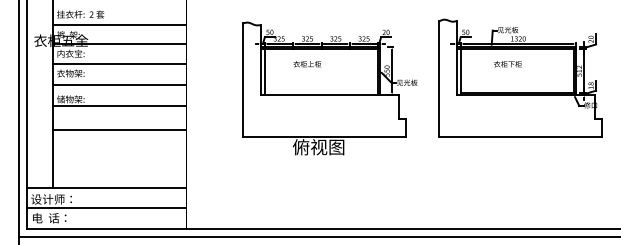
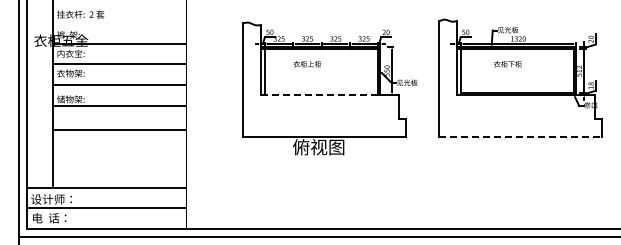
line at (119, 24): present -> none
line at (320, 95): solid -> dashed
line at (520, 136): solid -> dashed
